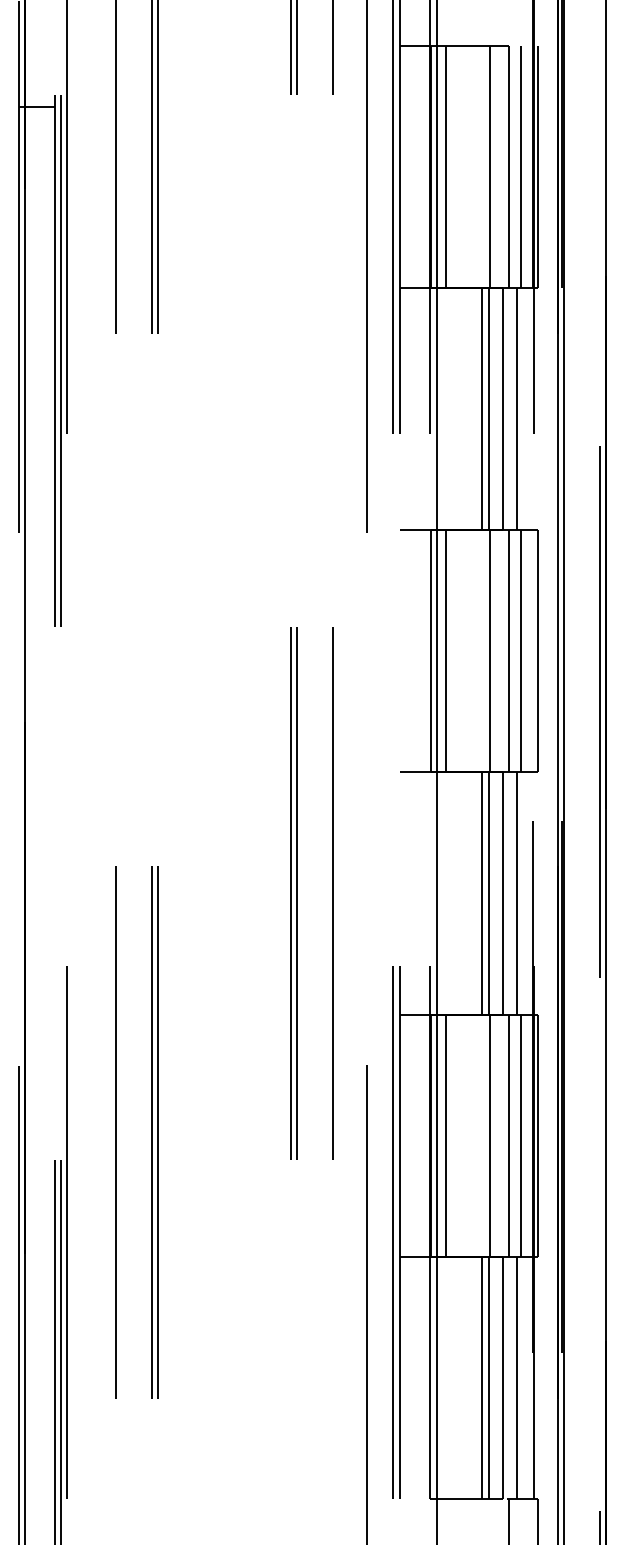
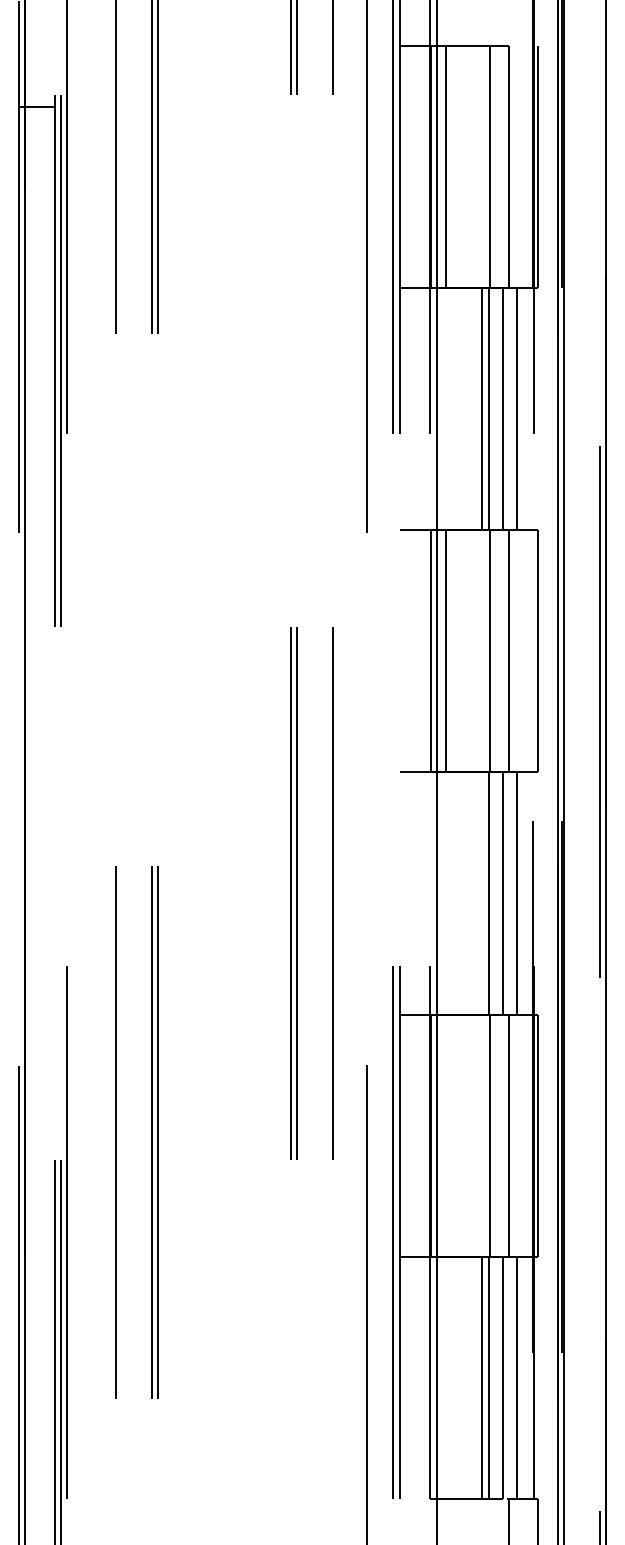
line at (520, 167): present -> none
line at (520, 651): present -> none
line at (481, 893): present -> none
line at (445, 1135): present -> none
line at (520, 1135): present -> none
